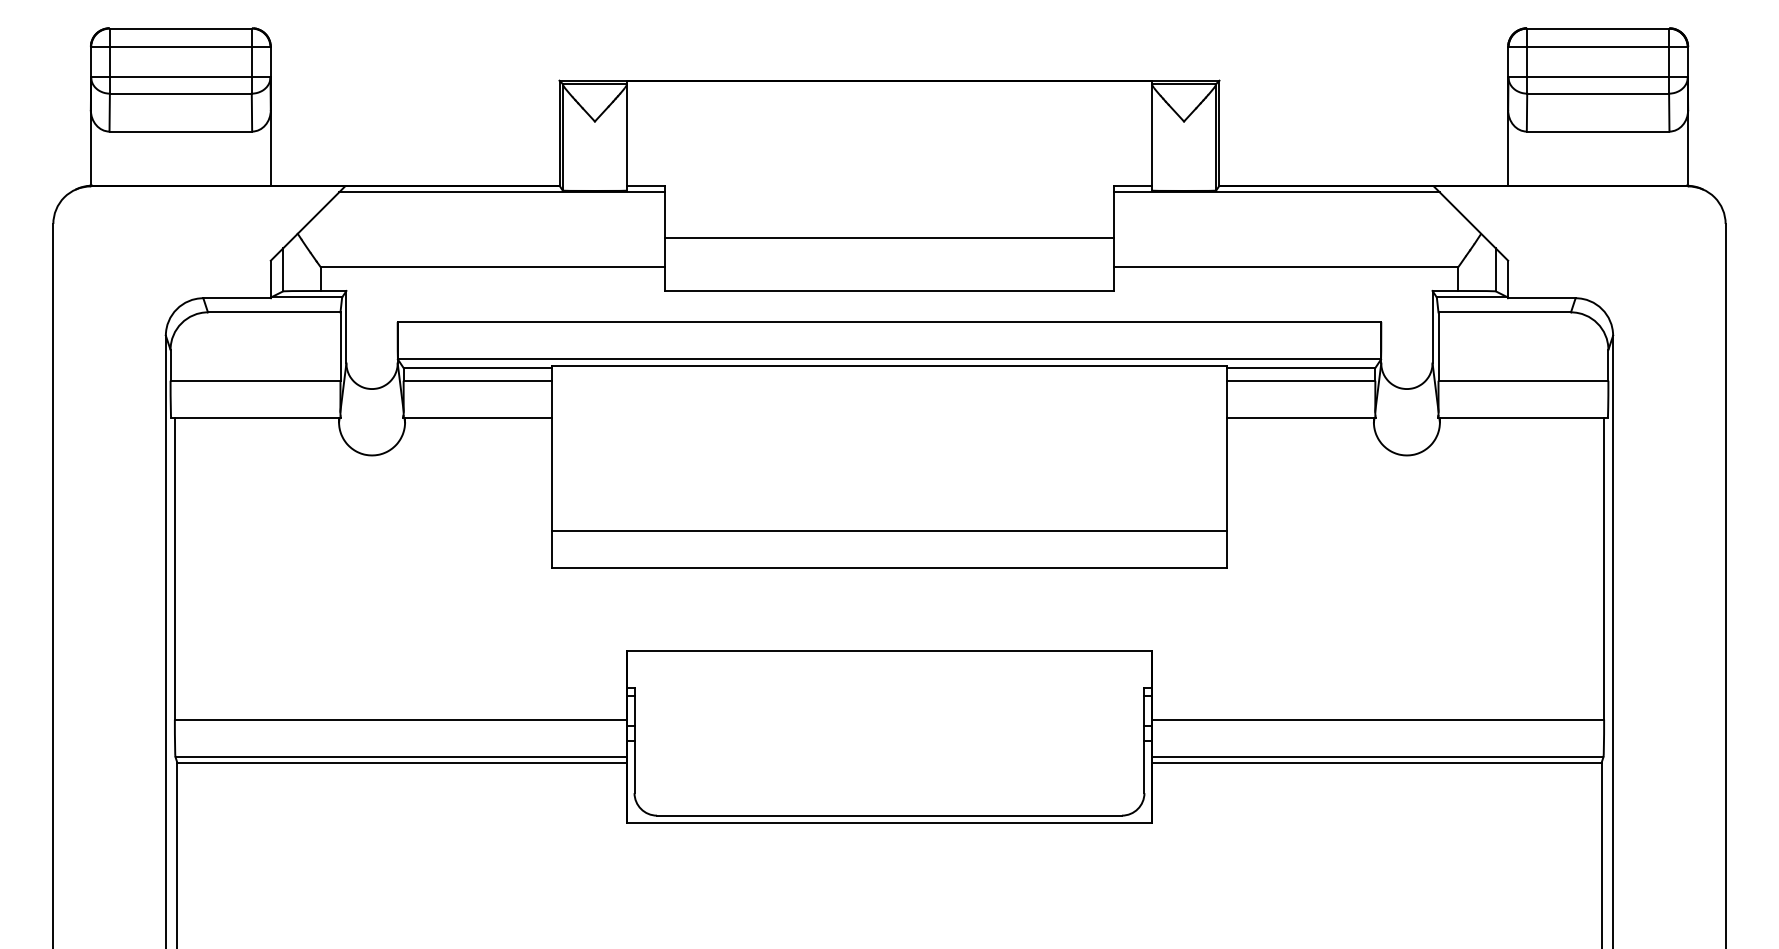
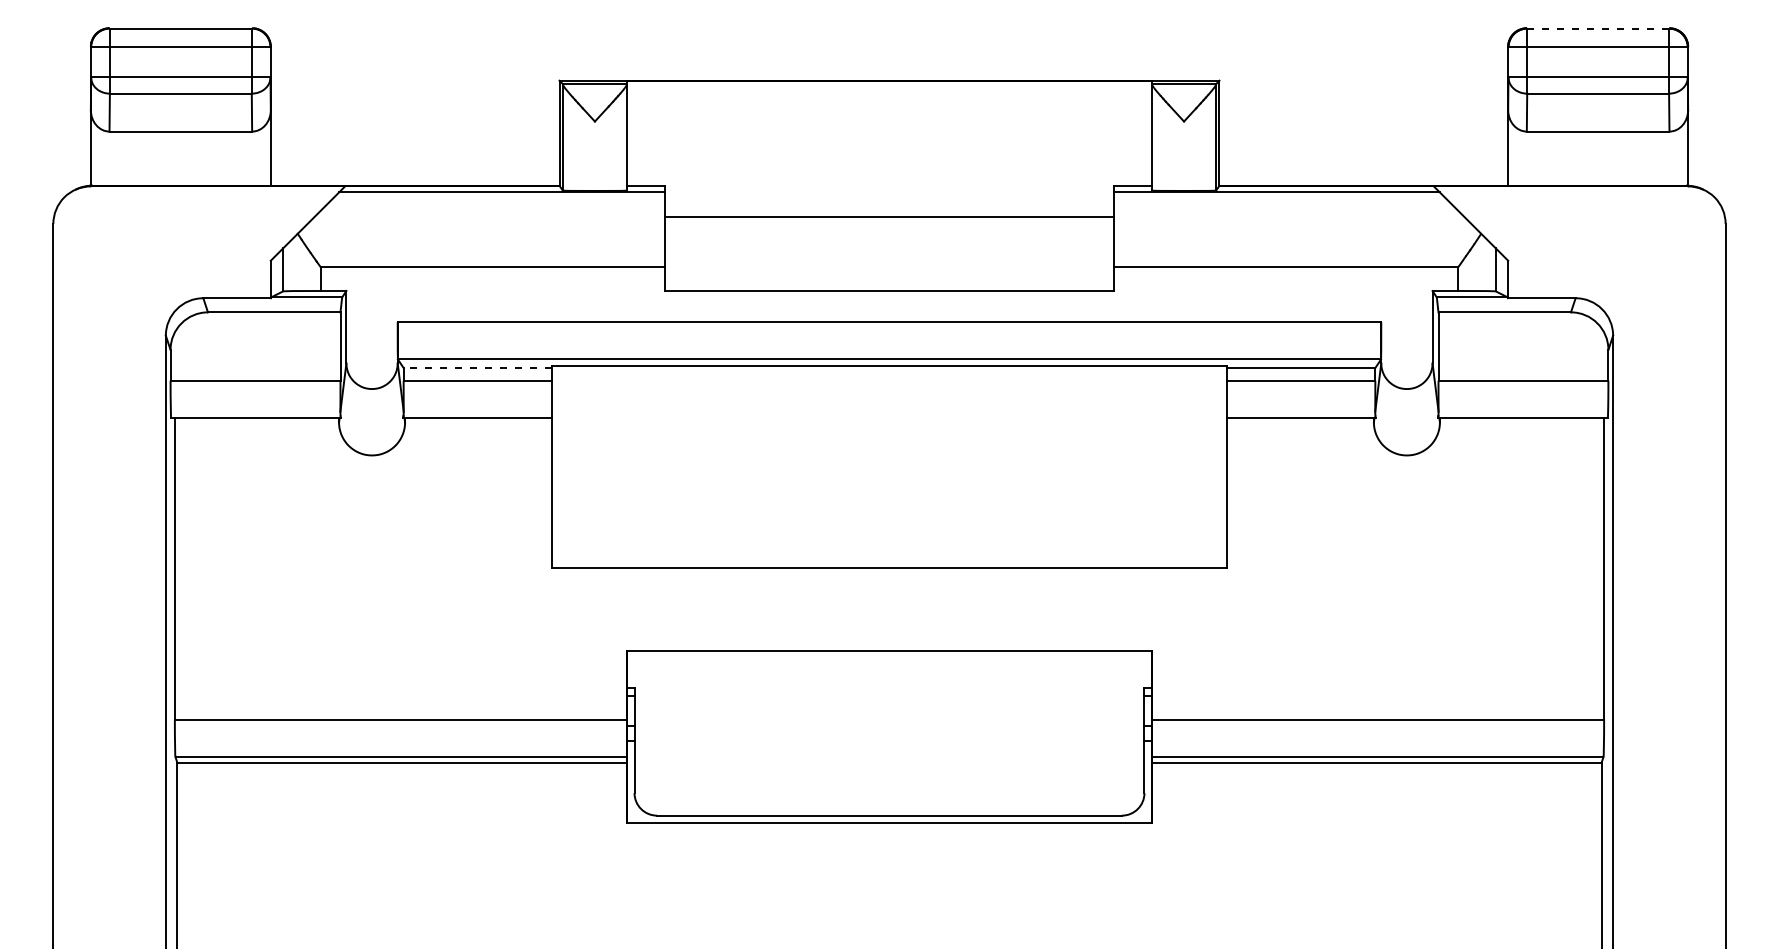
line at (1598, 28): solid -> dashed
line at (889, 238) position: (889, 238) -> (889, 217)
line at (477, 368): solid -> dashed
line at (889, 530): present -> none
